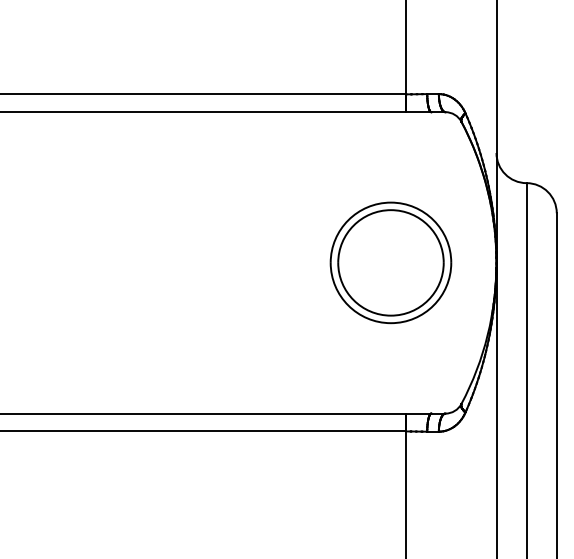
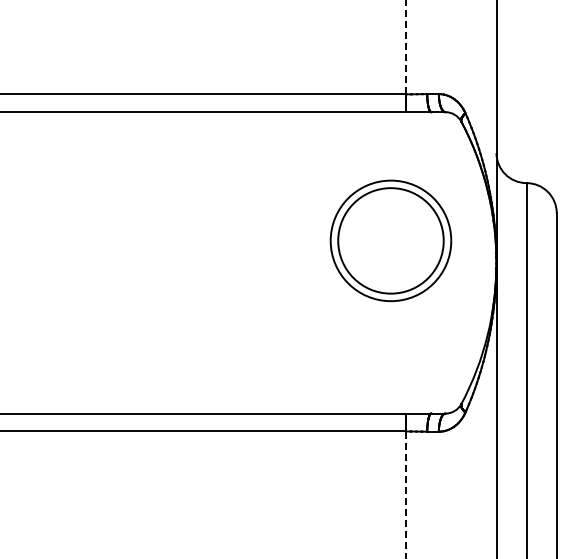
line at (406, 47): solid -> dashed
part at (390, 262) position: (390, 262) -> (390, 240)
line at (406, 494): solid -> dashed
